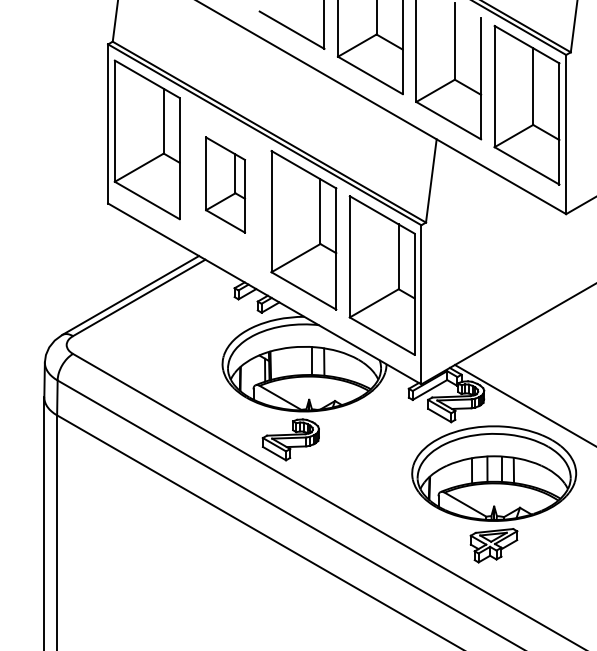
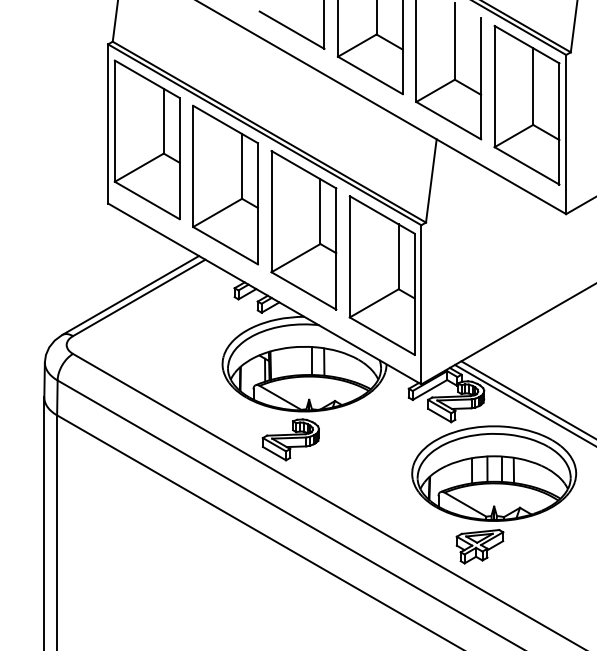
part at (225, 184) size: 41x98 px -> 67x162 px
line at (527, 399): none -> present
part at (493, 545) position: (493, 545) -> (479, 546)
